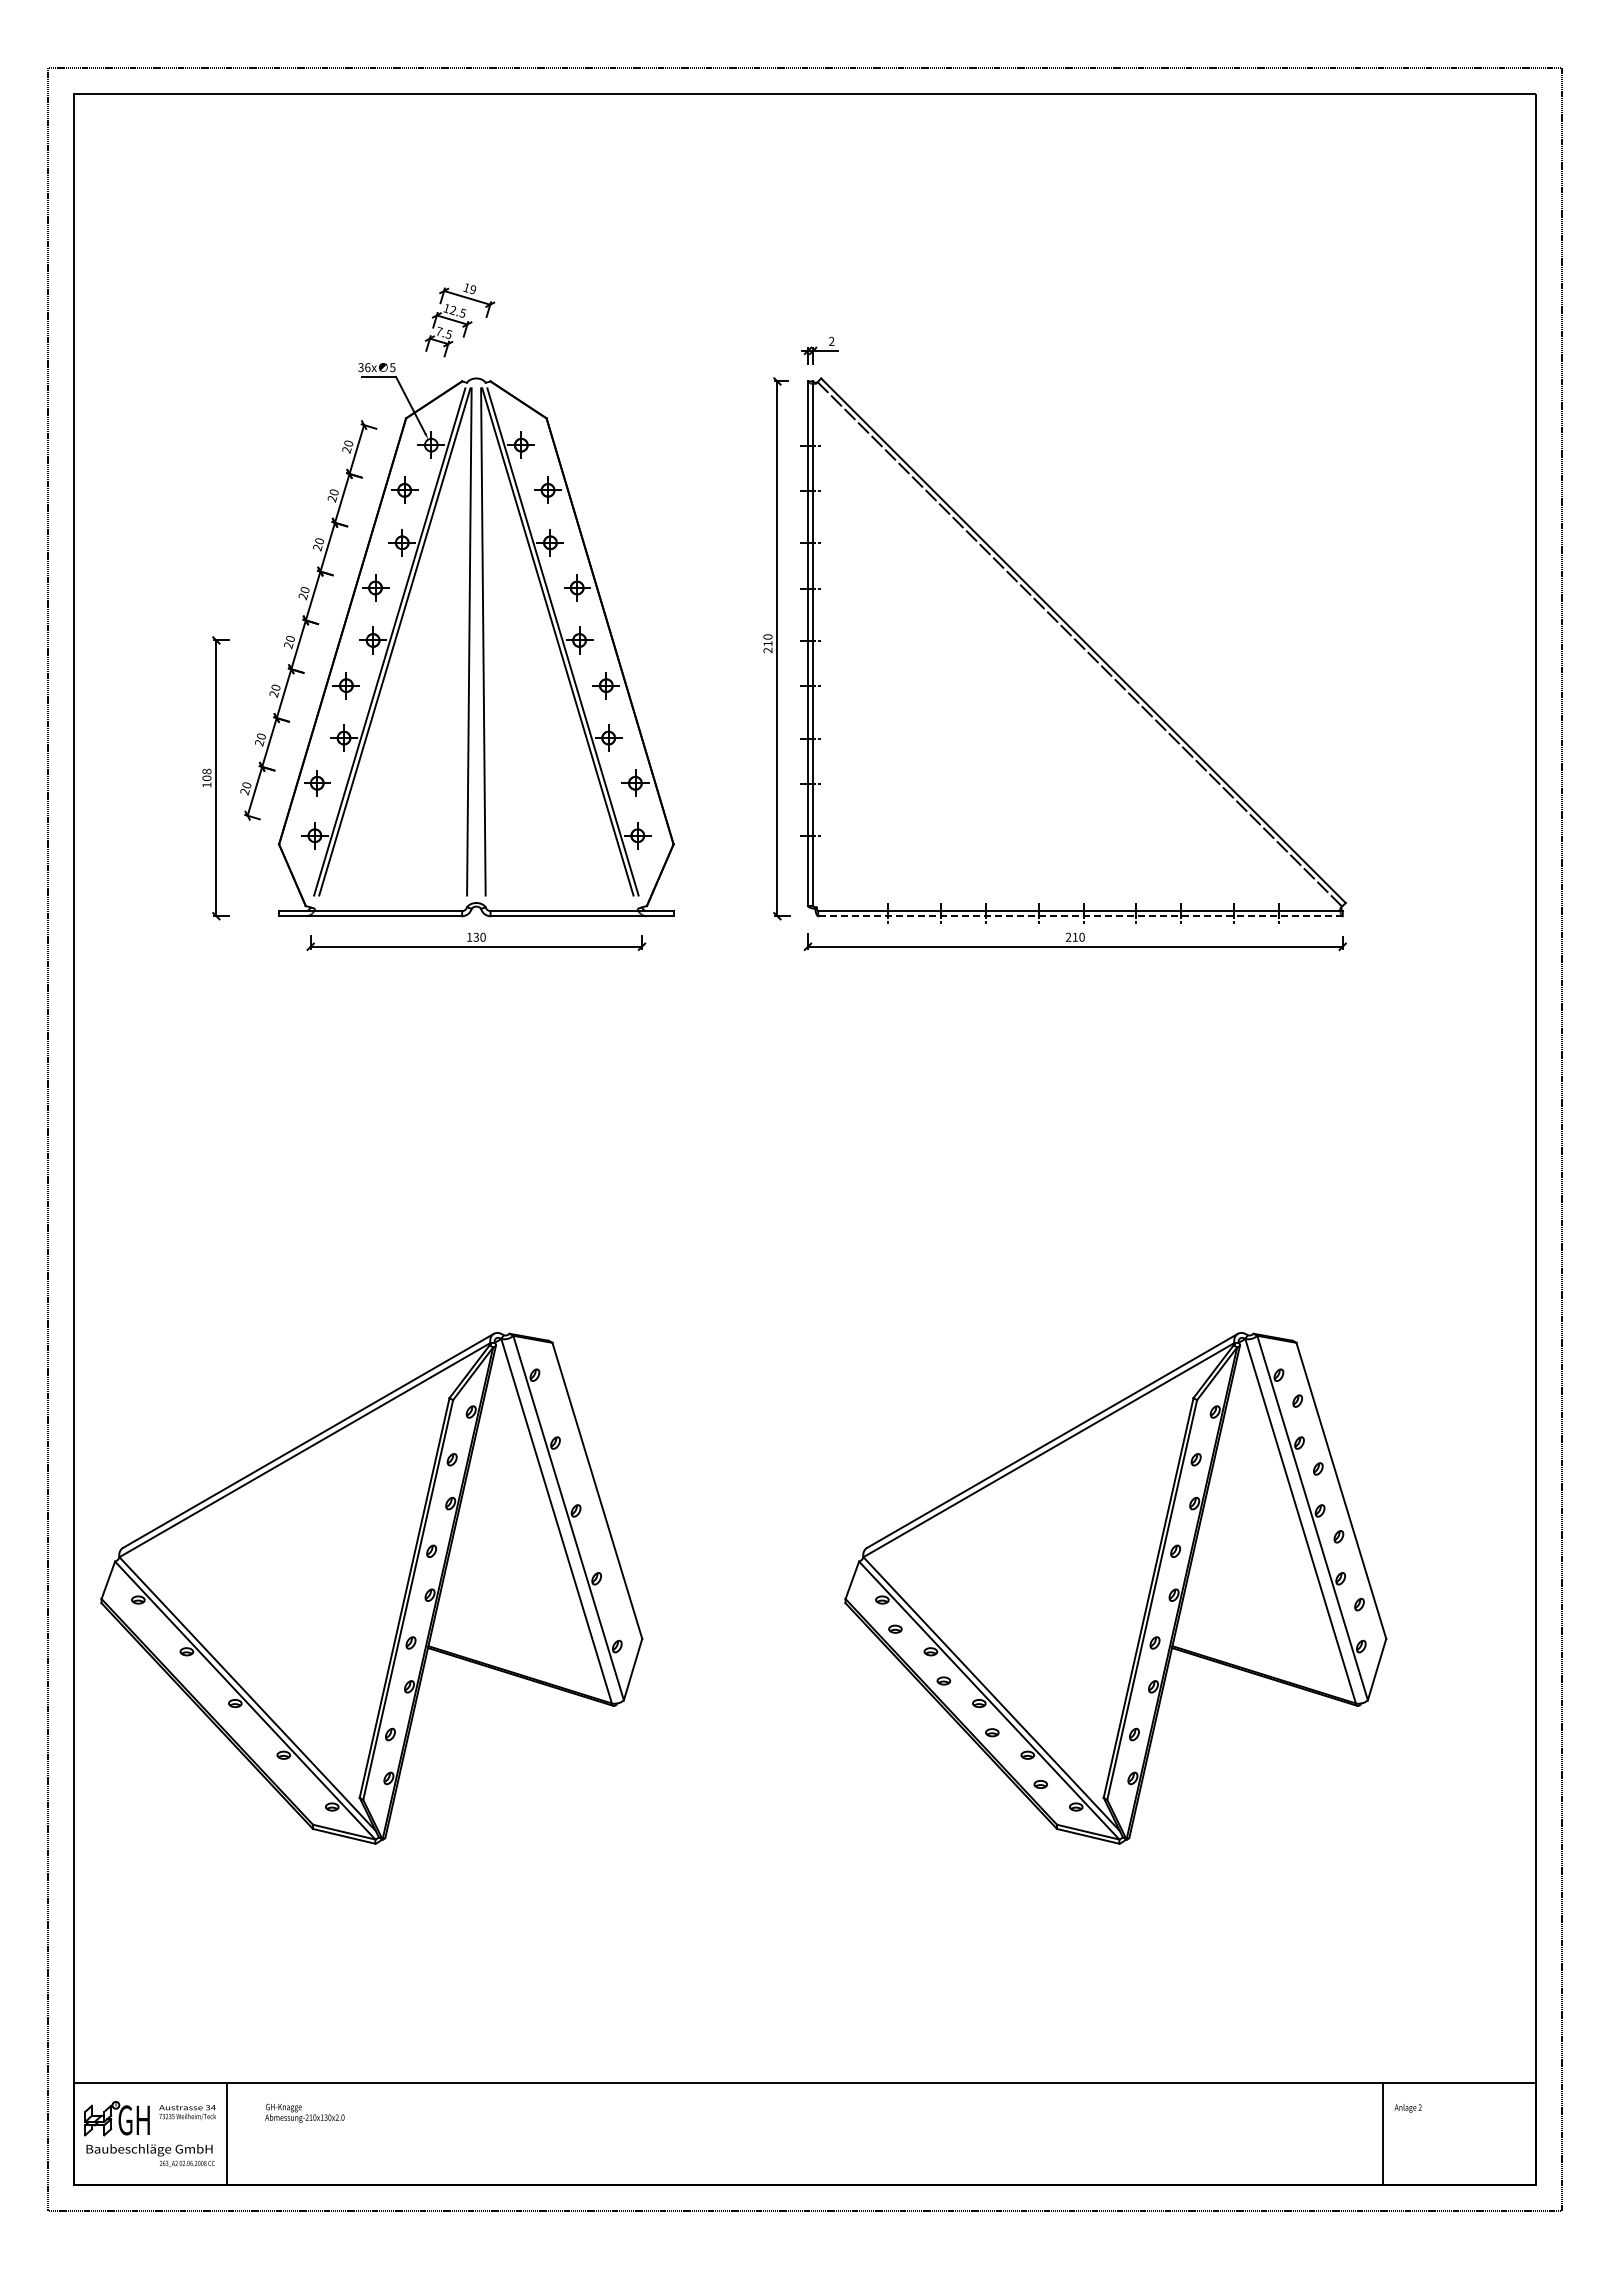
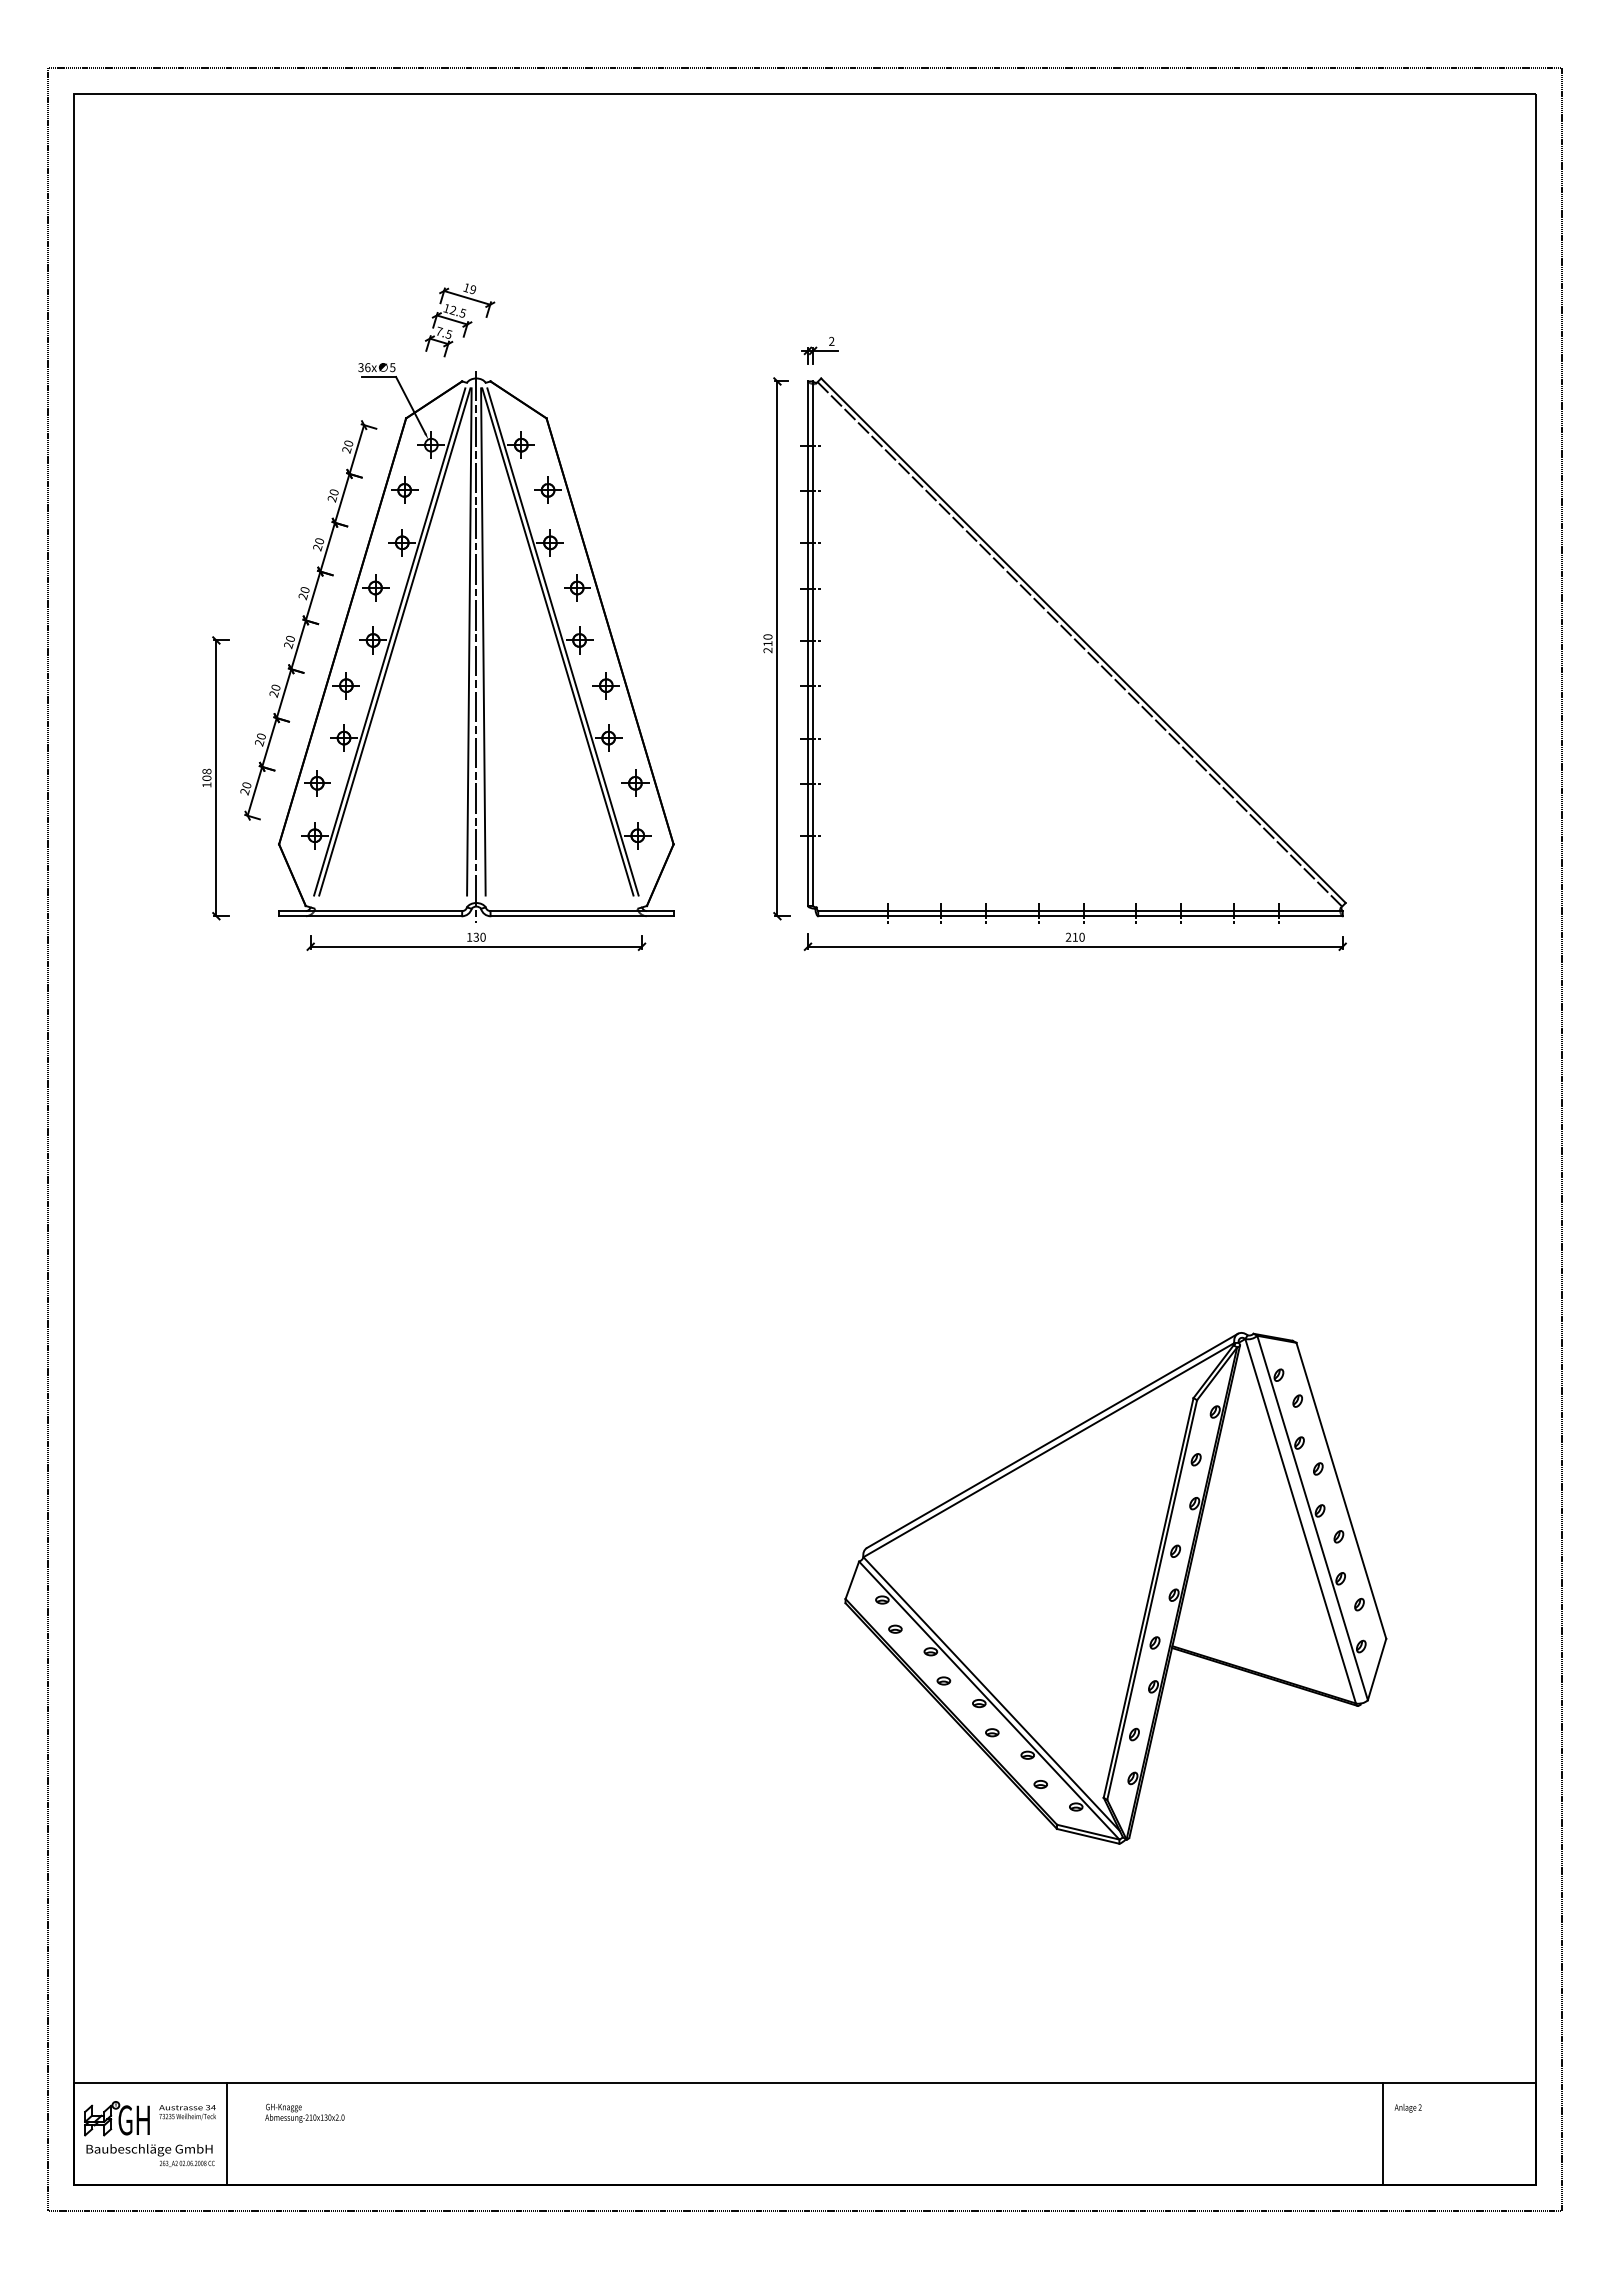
line at (476, 646): none -> present
line at (1079, 916): dashed -> solid
part at (371, 1588): present -> none
